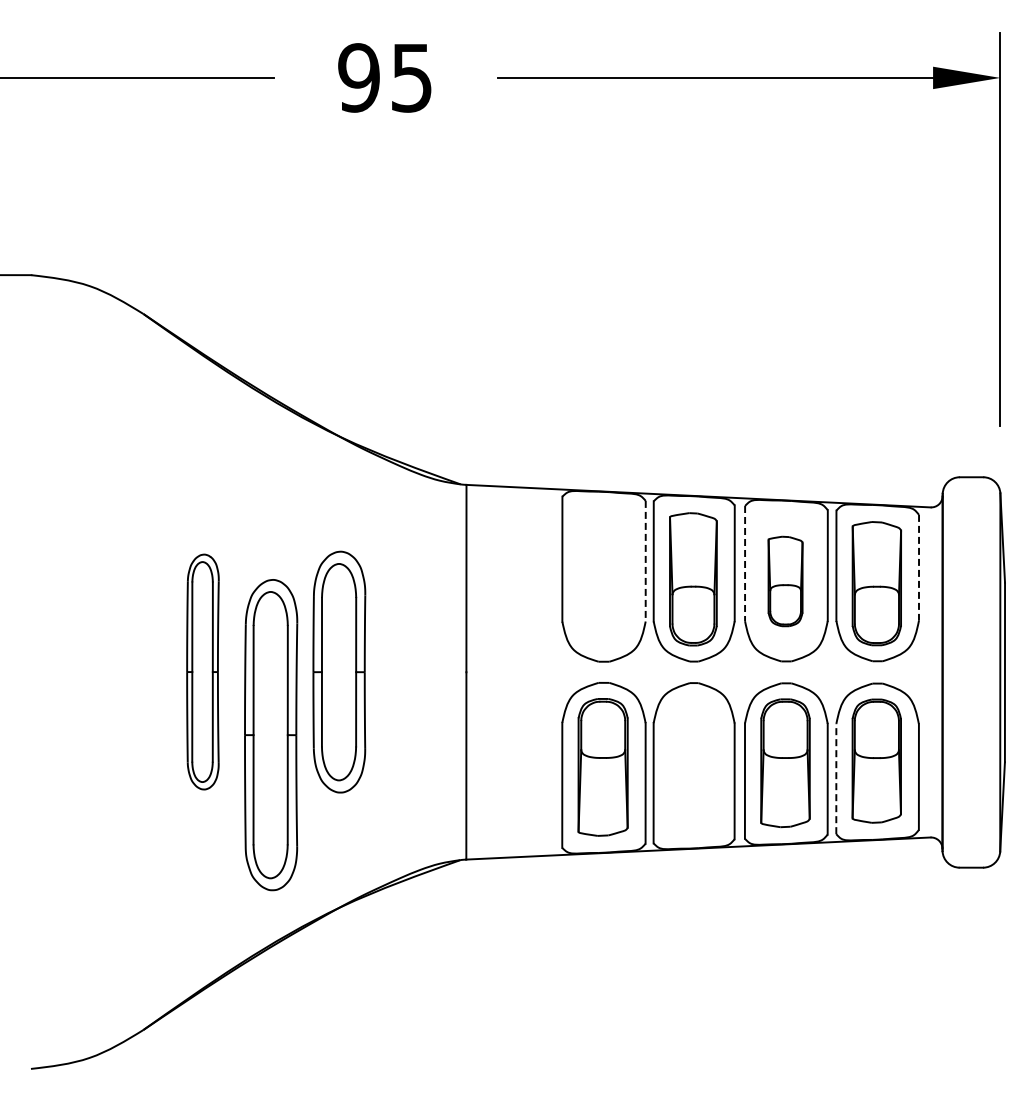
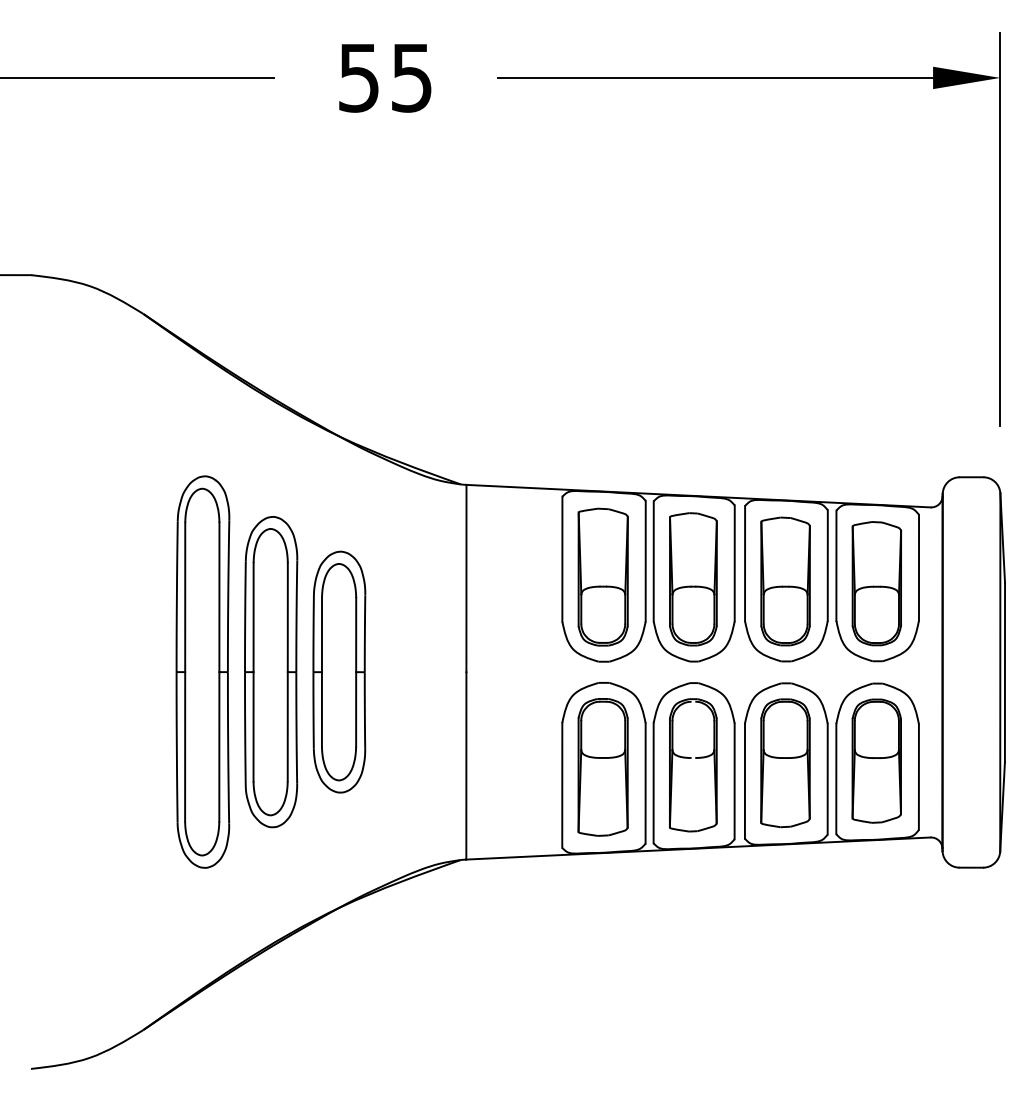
text at (358, 77): 95 -> 55
line at (645, 561): dashed -> solid
line at (745, 563): dashed -> solid
line at (919, 567): dashed -> solid
part at (602, 576): none -> present
part at (785, 581) size: 37x93 px -> 51x131 px
part at (202, 671) size: 34x238 px -> 56x394 px
part at (271, 735) position: (271, 735) -> (271, 672)
part at (693, 765): none -> present
line at (836, 778): dashed -> solid
